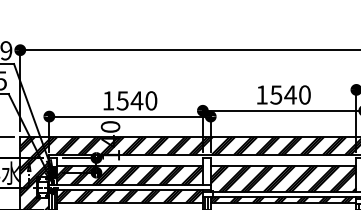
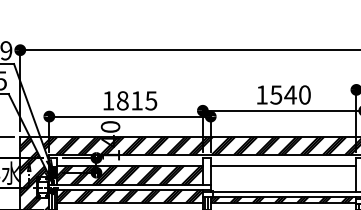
text at (136, 100): 1540 -> 1815
hatch at (39, 153): present -> none
hatch at (283, 178): present -> none
